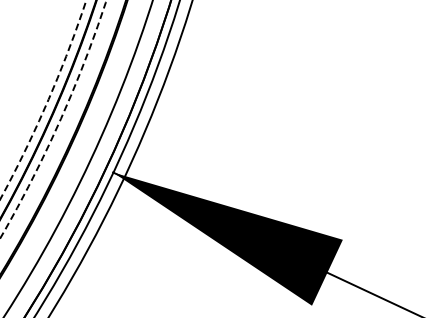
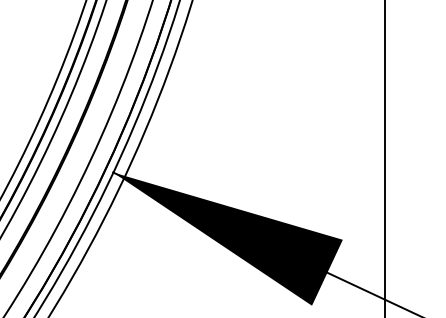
arc at (47, 101): dashed -> solid
arc at (59, 121): dashed -> solid
line at (385, 158): none -> present
